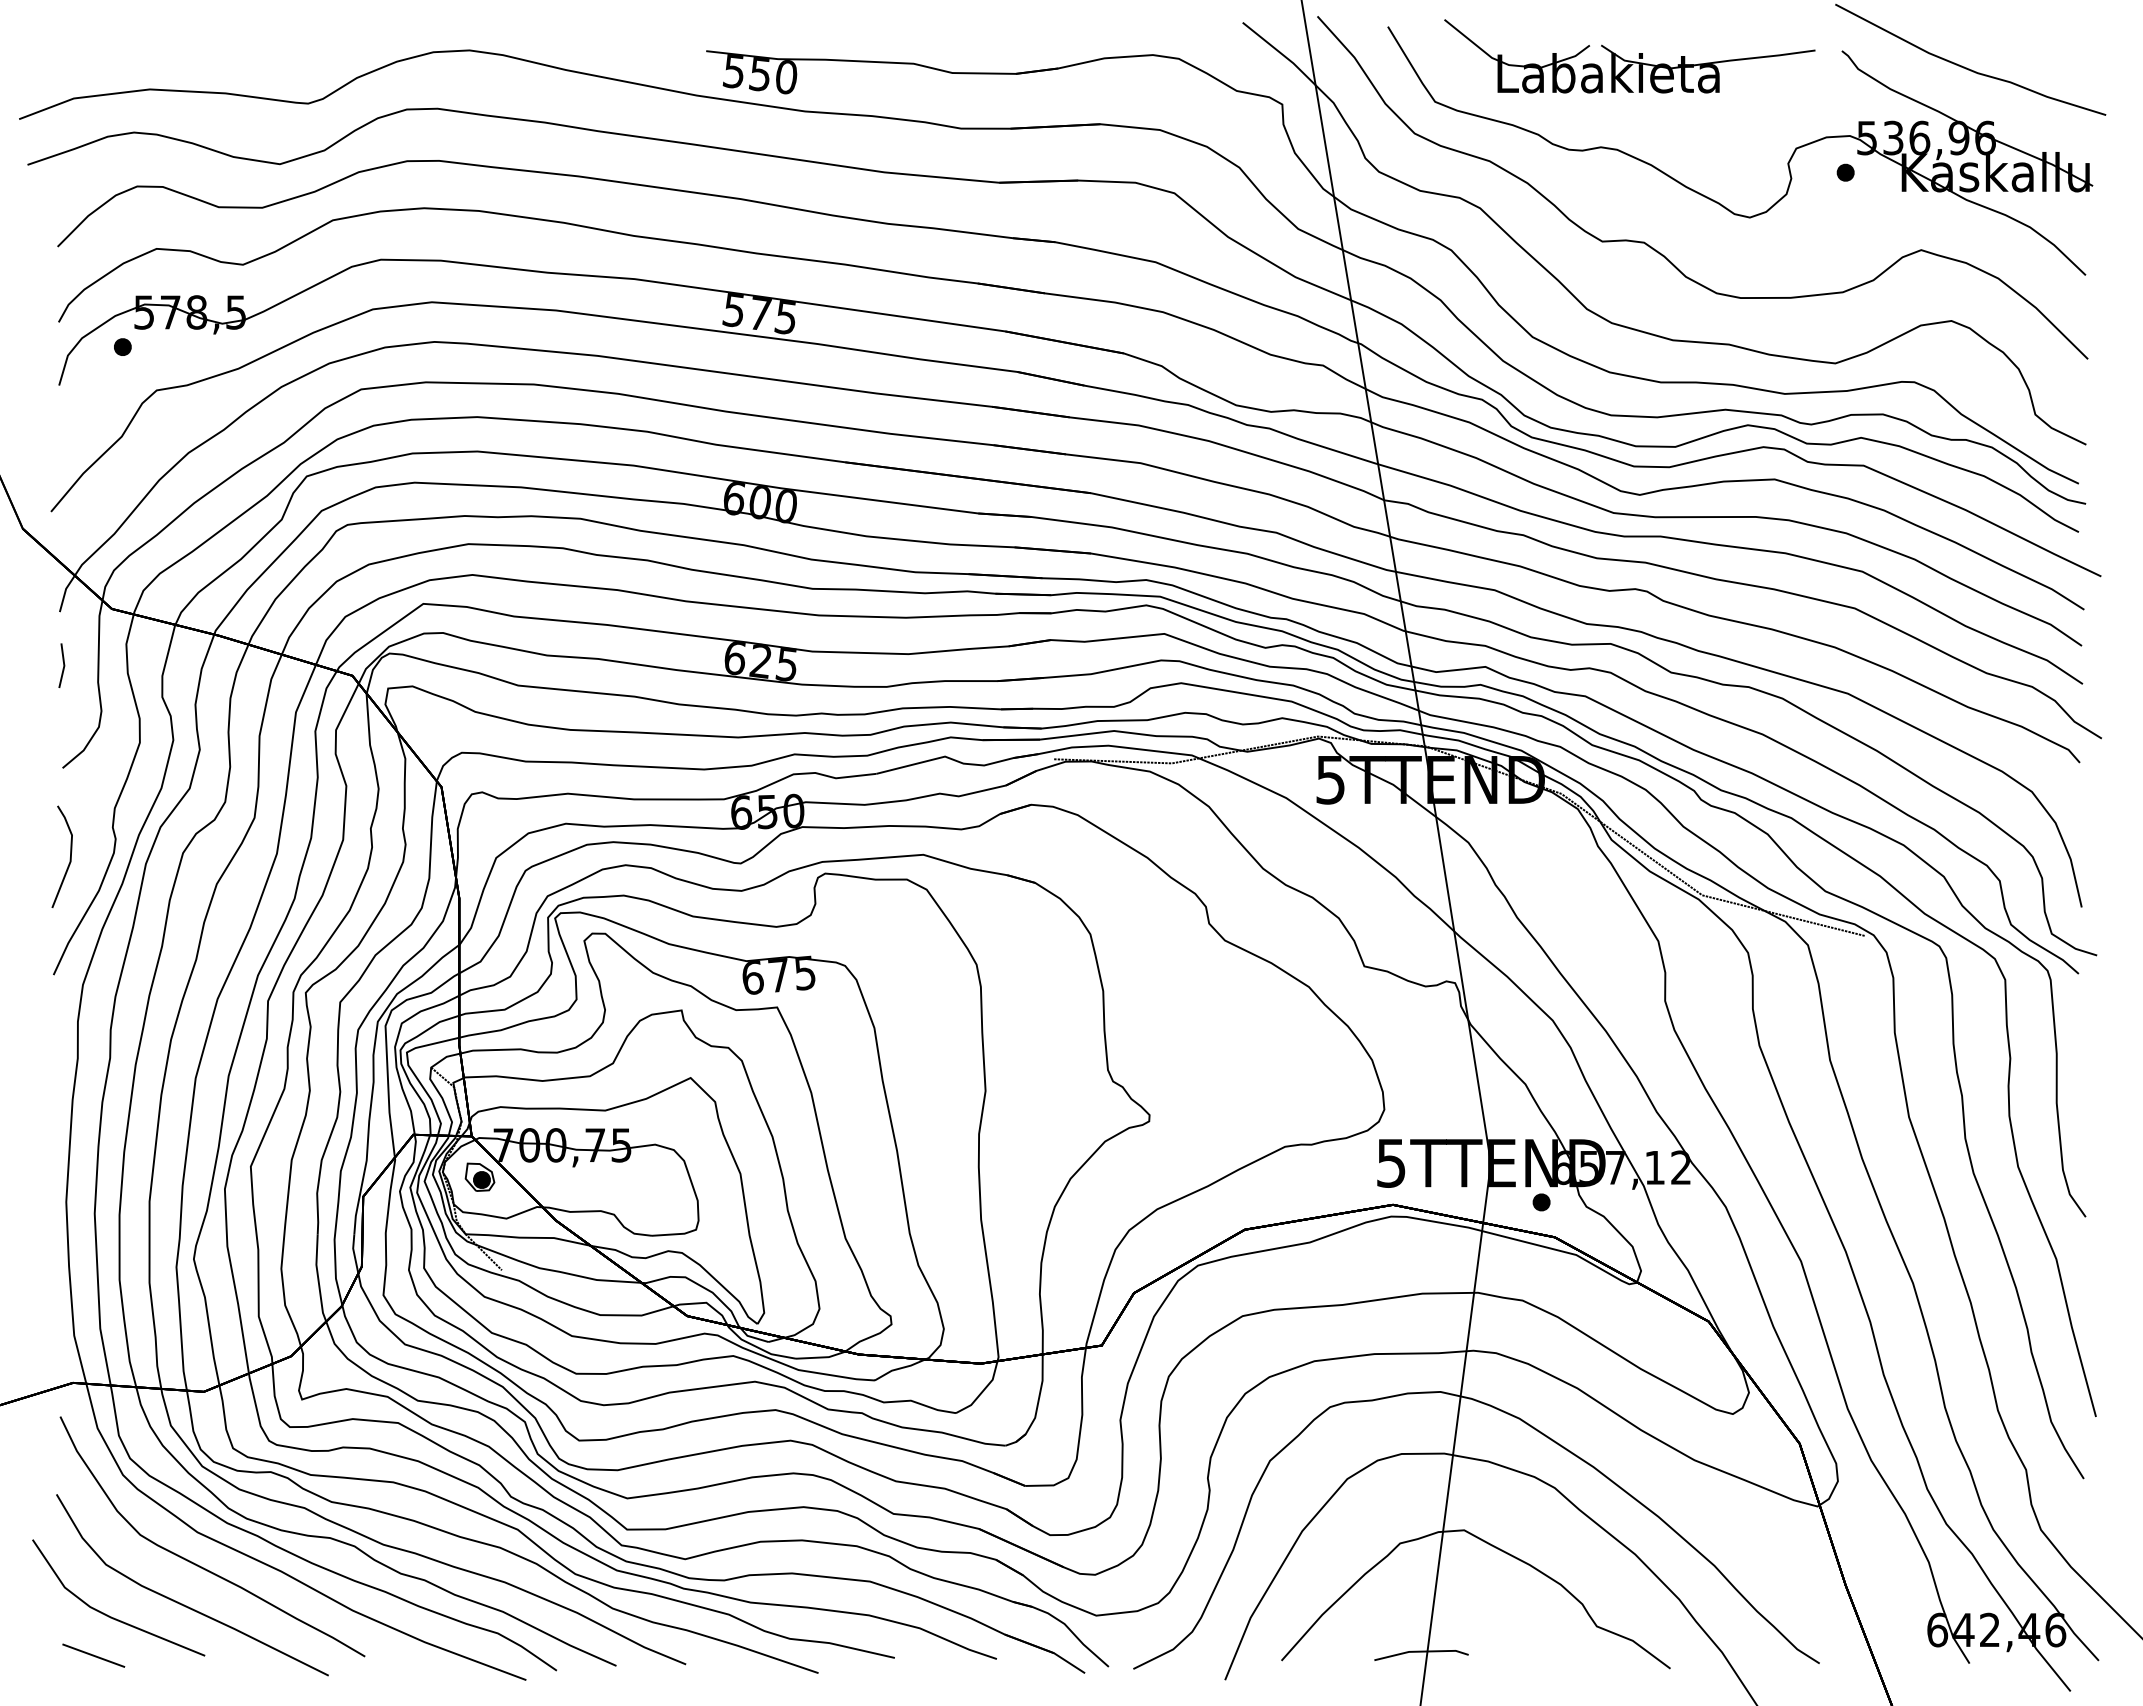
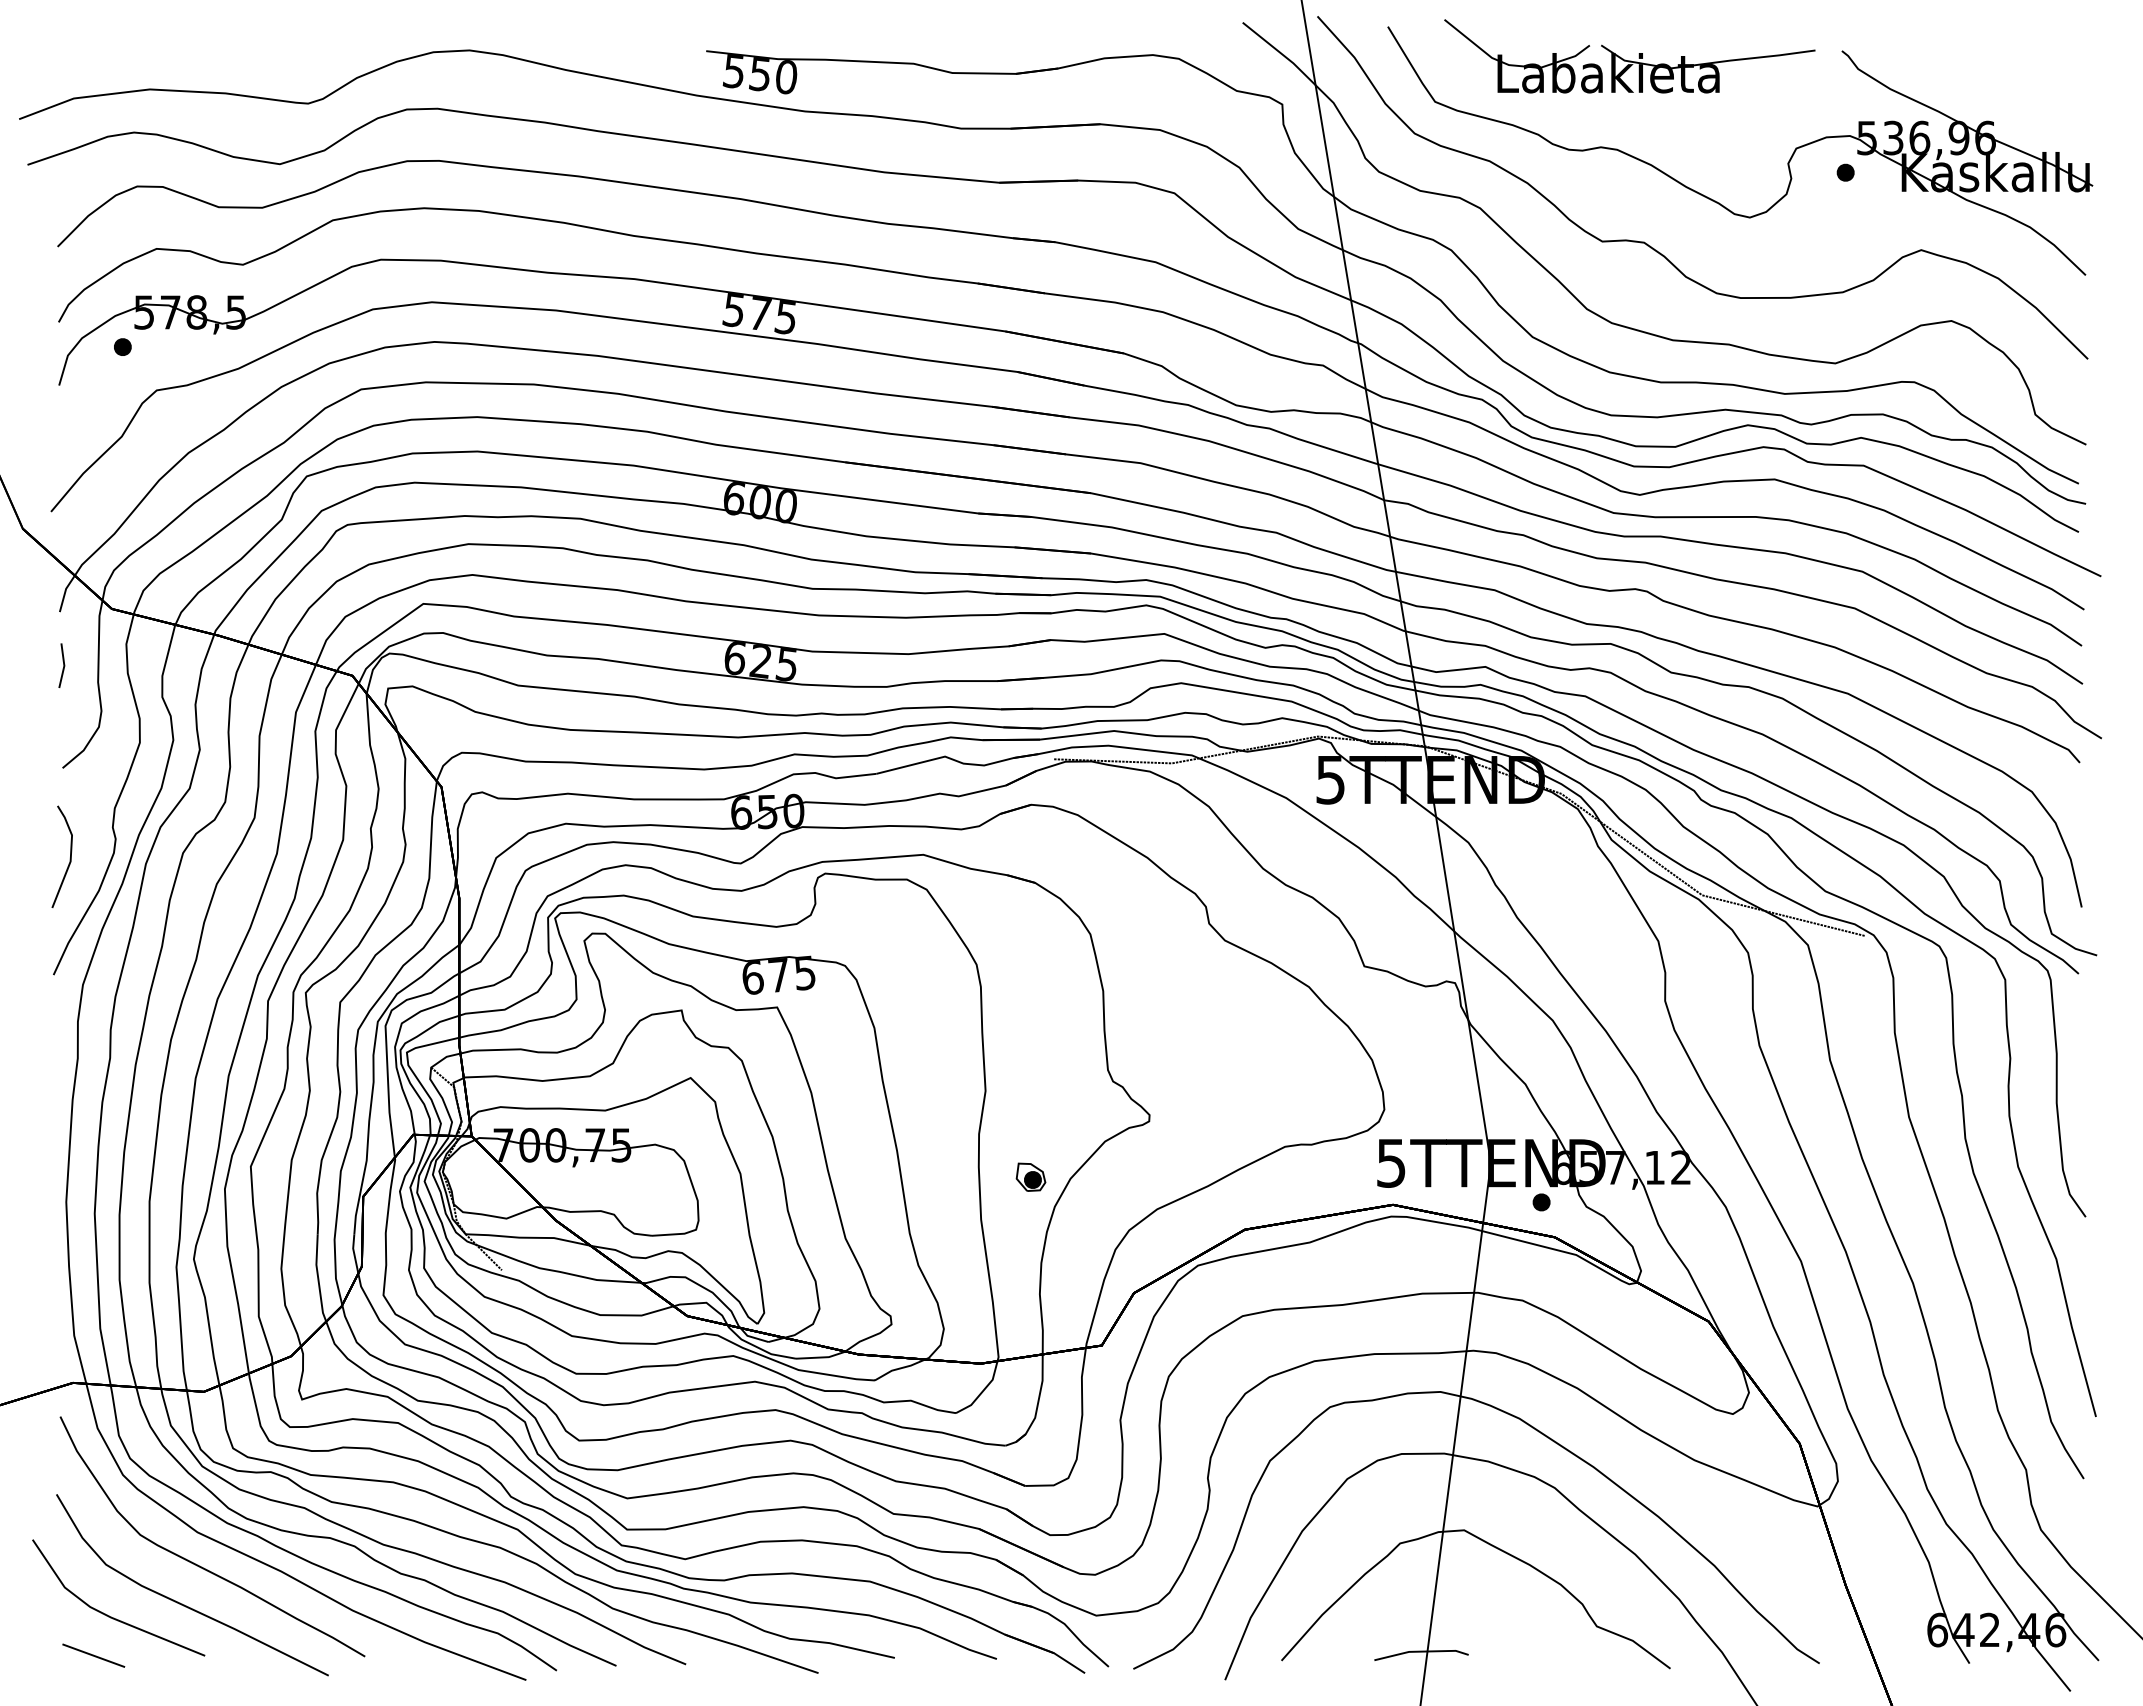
part at (1966, 67): present -> none
part at (479, 1176) position: (479, 1176) -> (1030, 1176)
